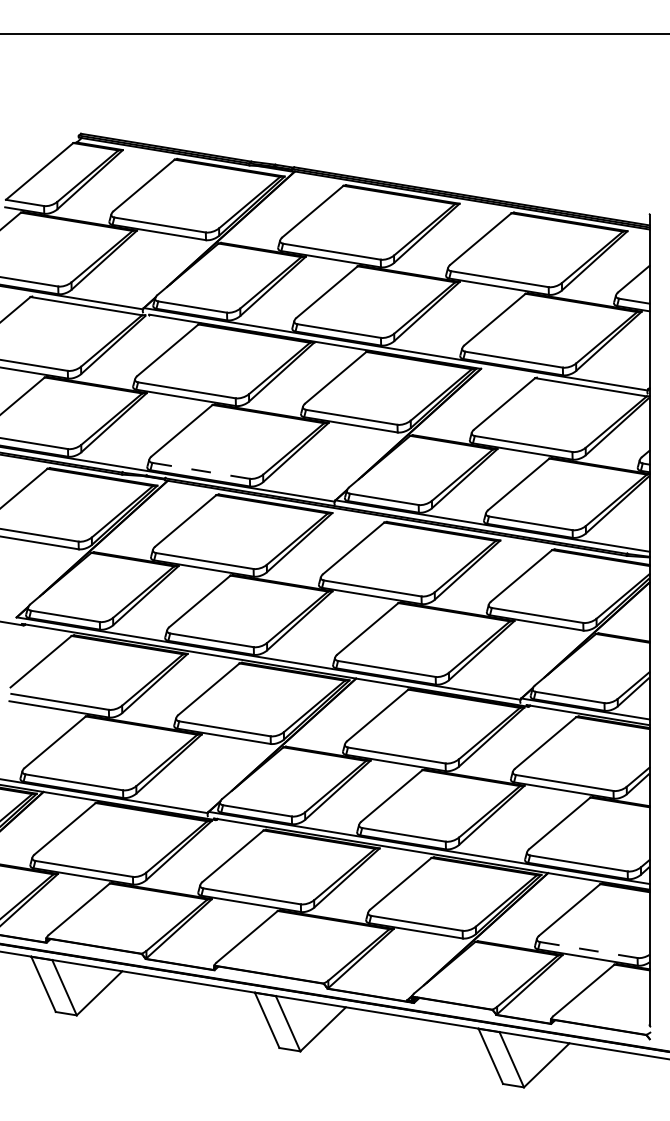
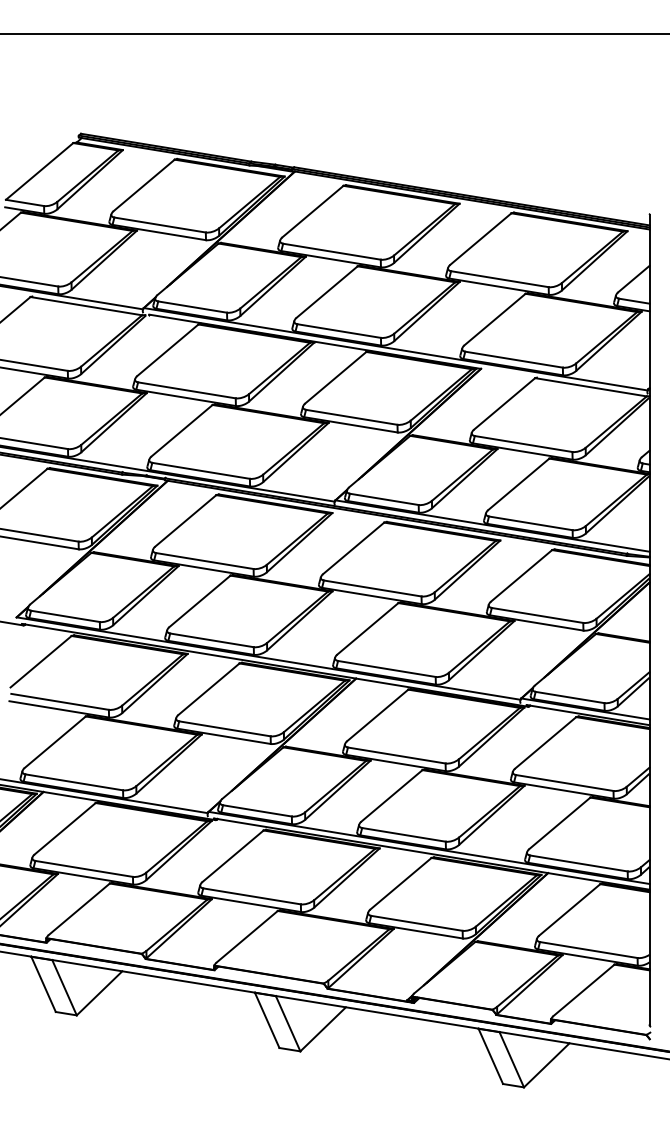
line at (200, 470): dashed -> solid
line at (588, 949): dashed -> solid
